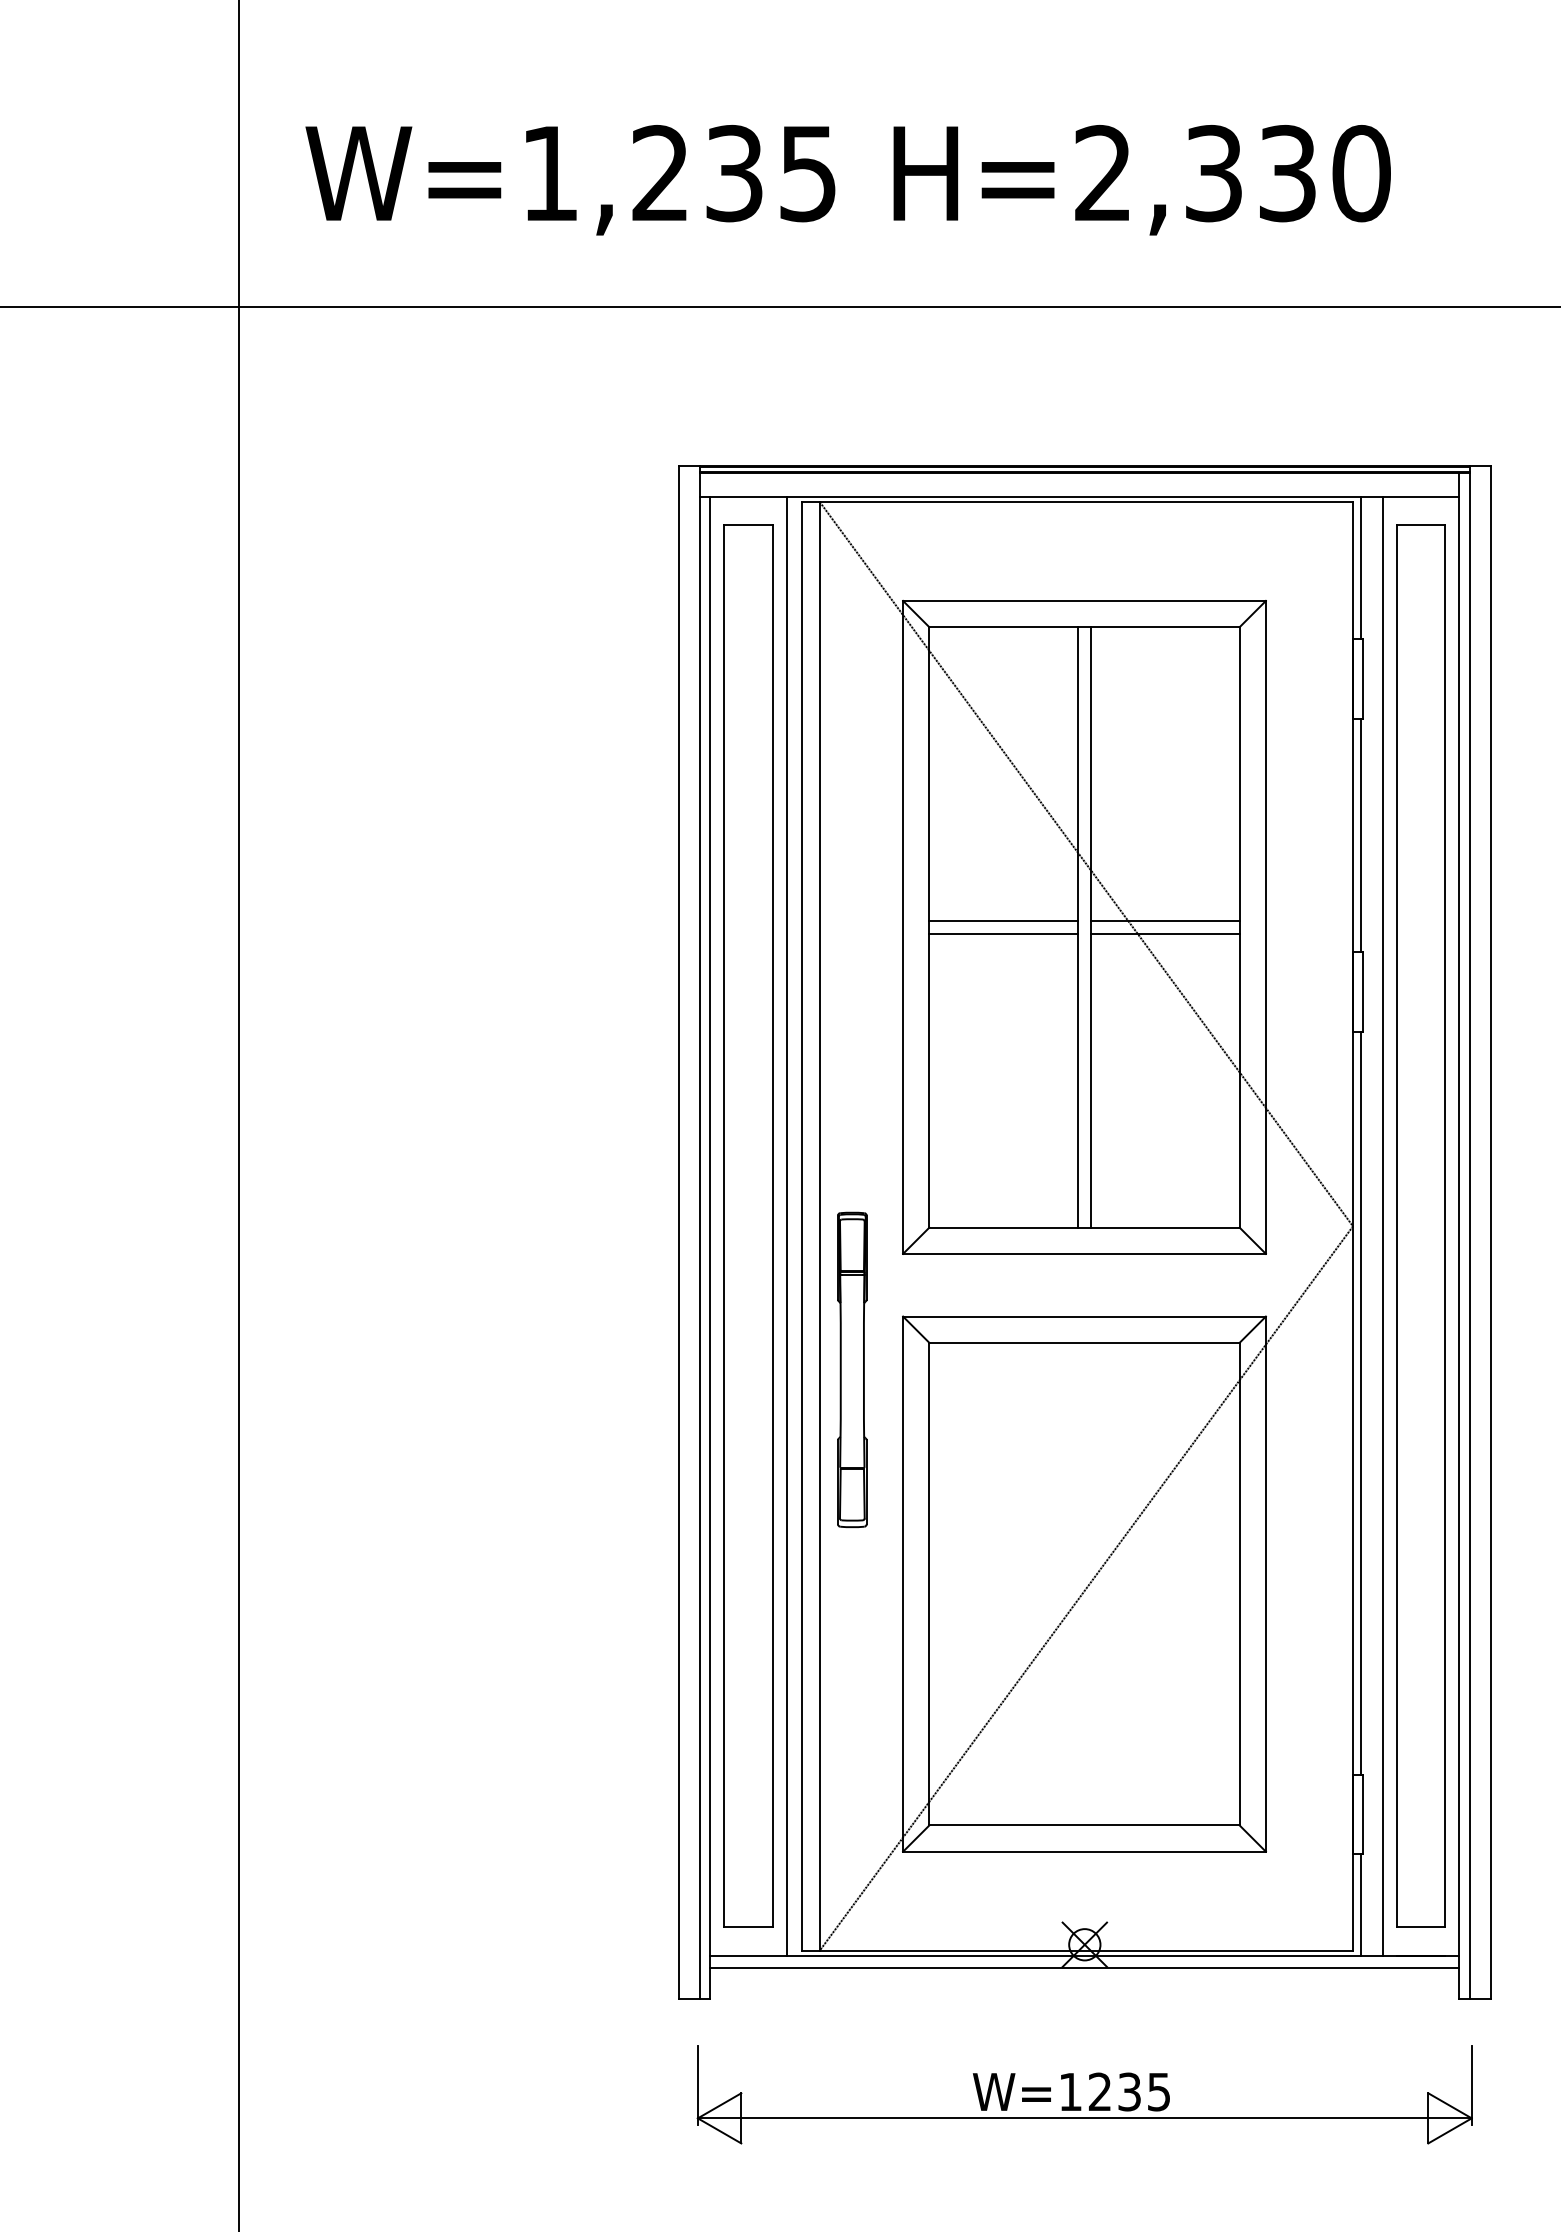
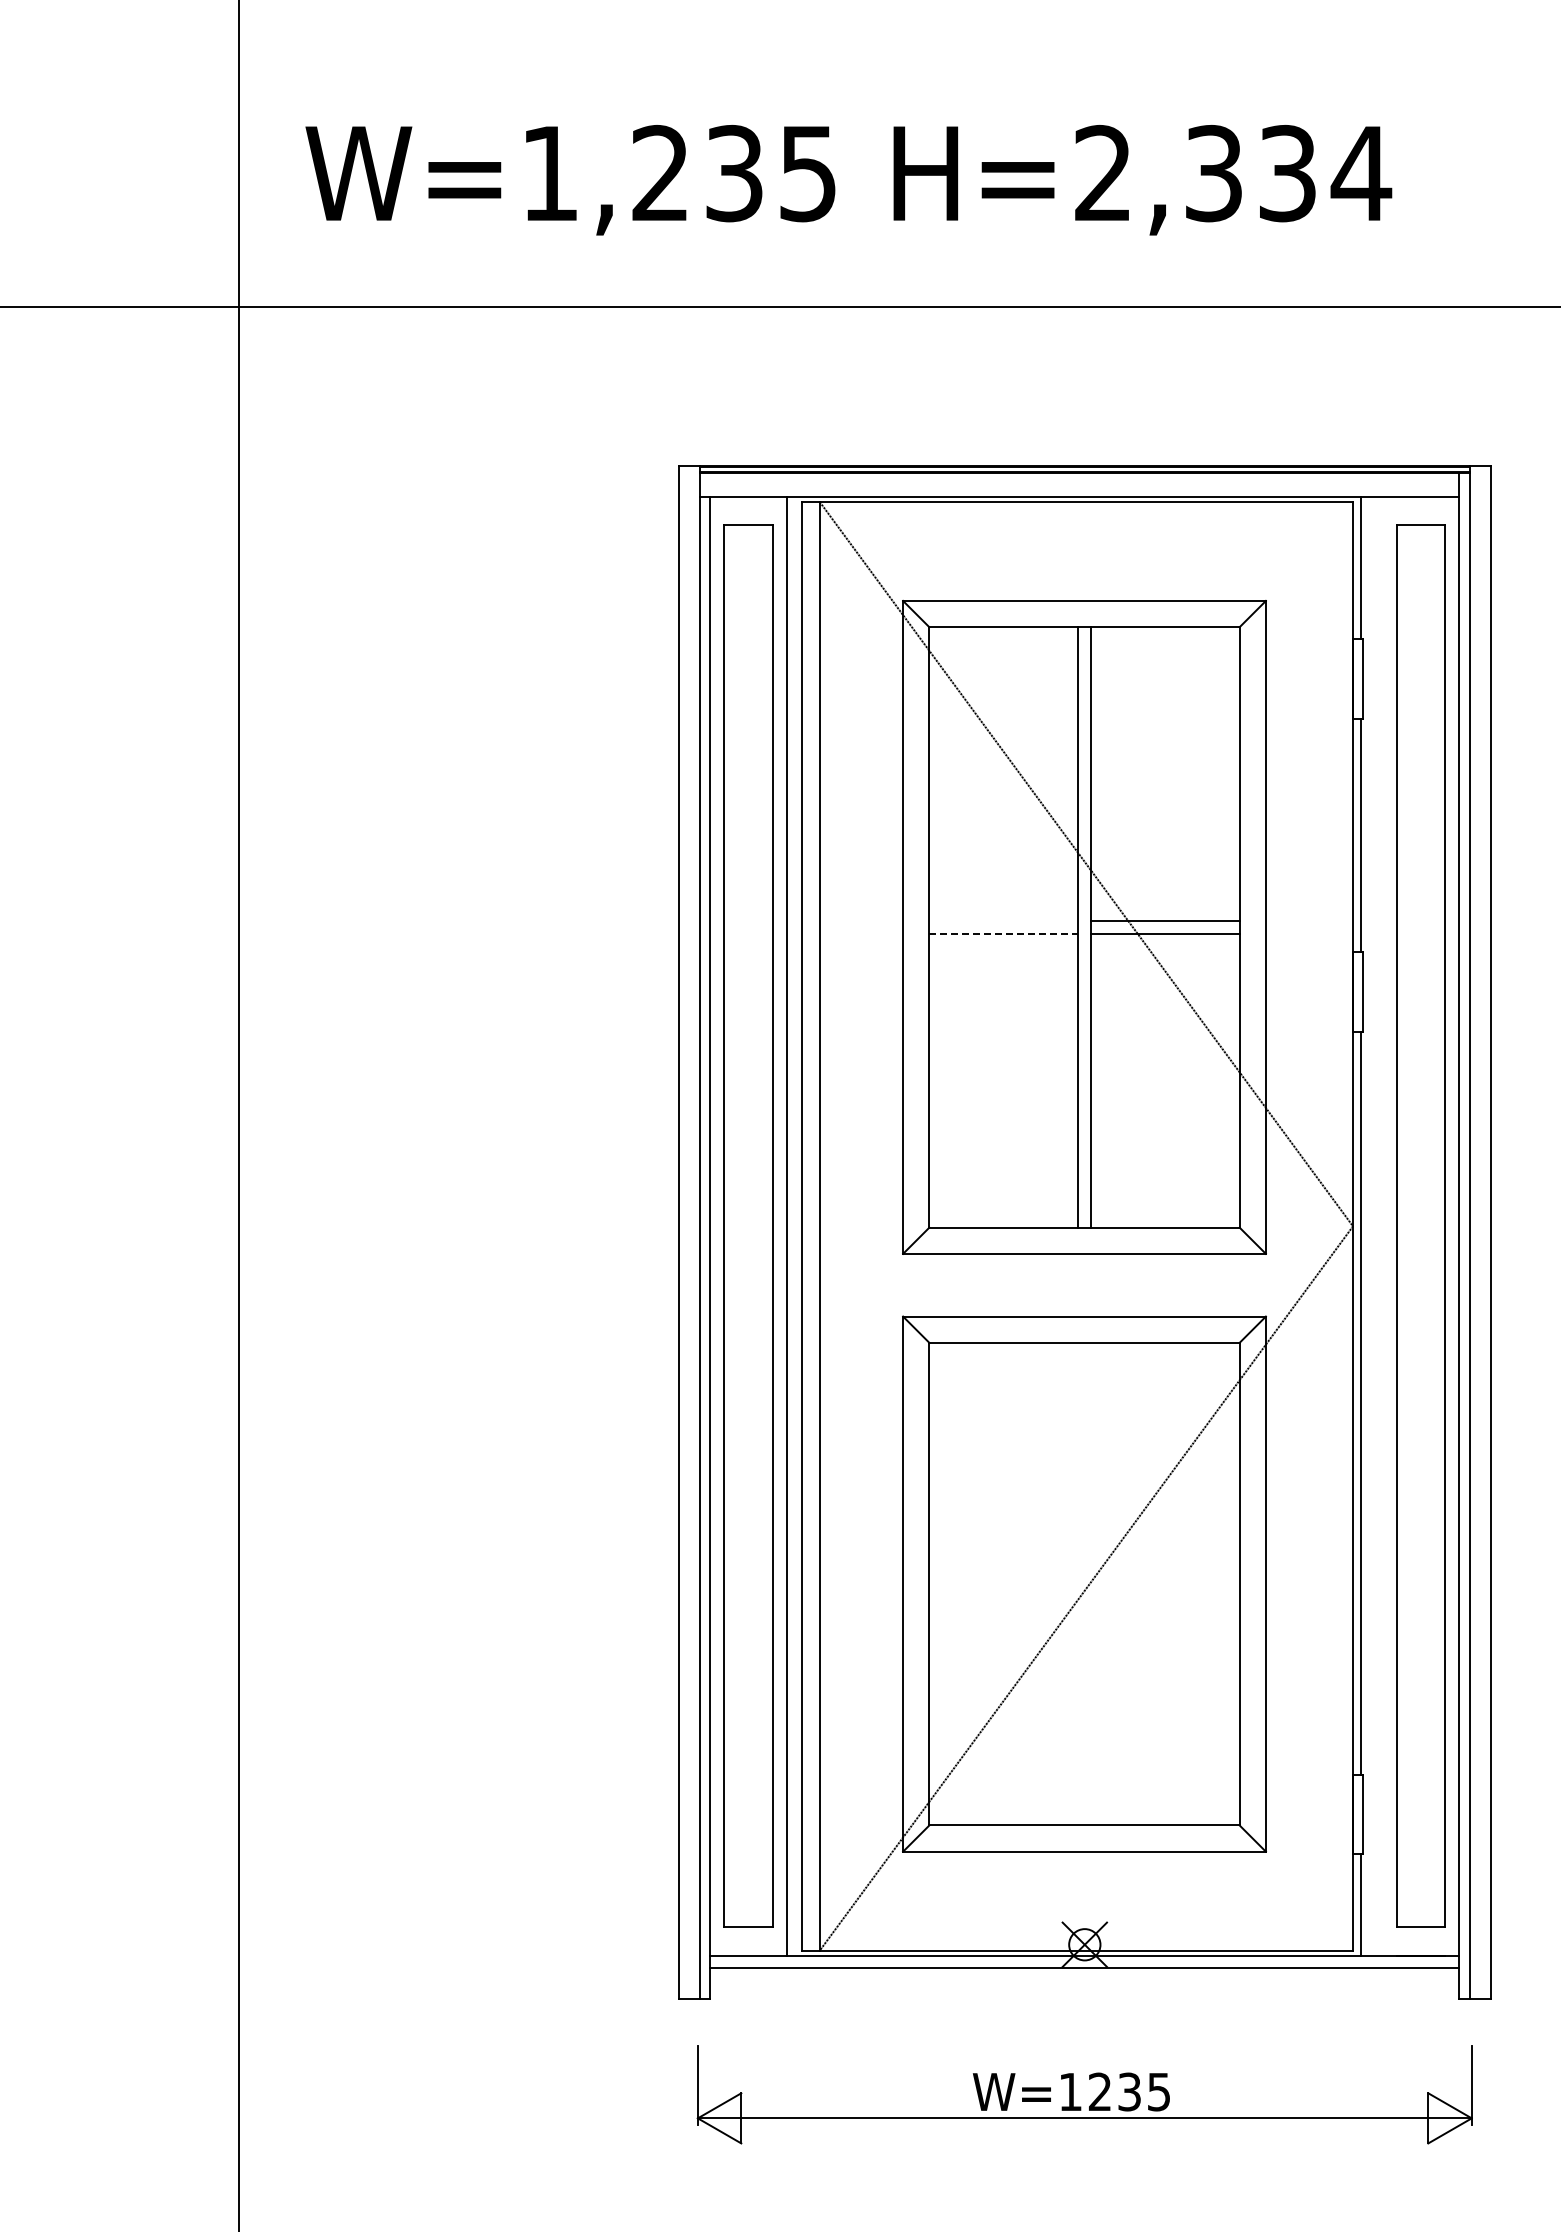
text at (1361, 173): H=2,330 -> H=2,334
line at (1003, 921): present -> none
line at (1004, 933): solid -> dashed
line at (1383, 1226): present -> none
part at (852, 1369): present -> none
